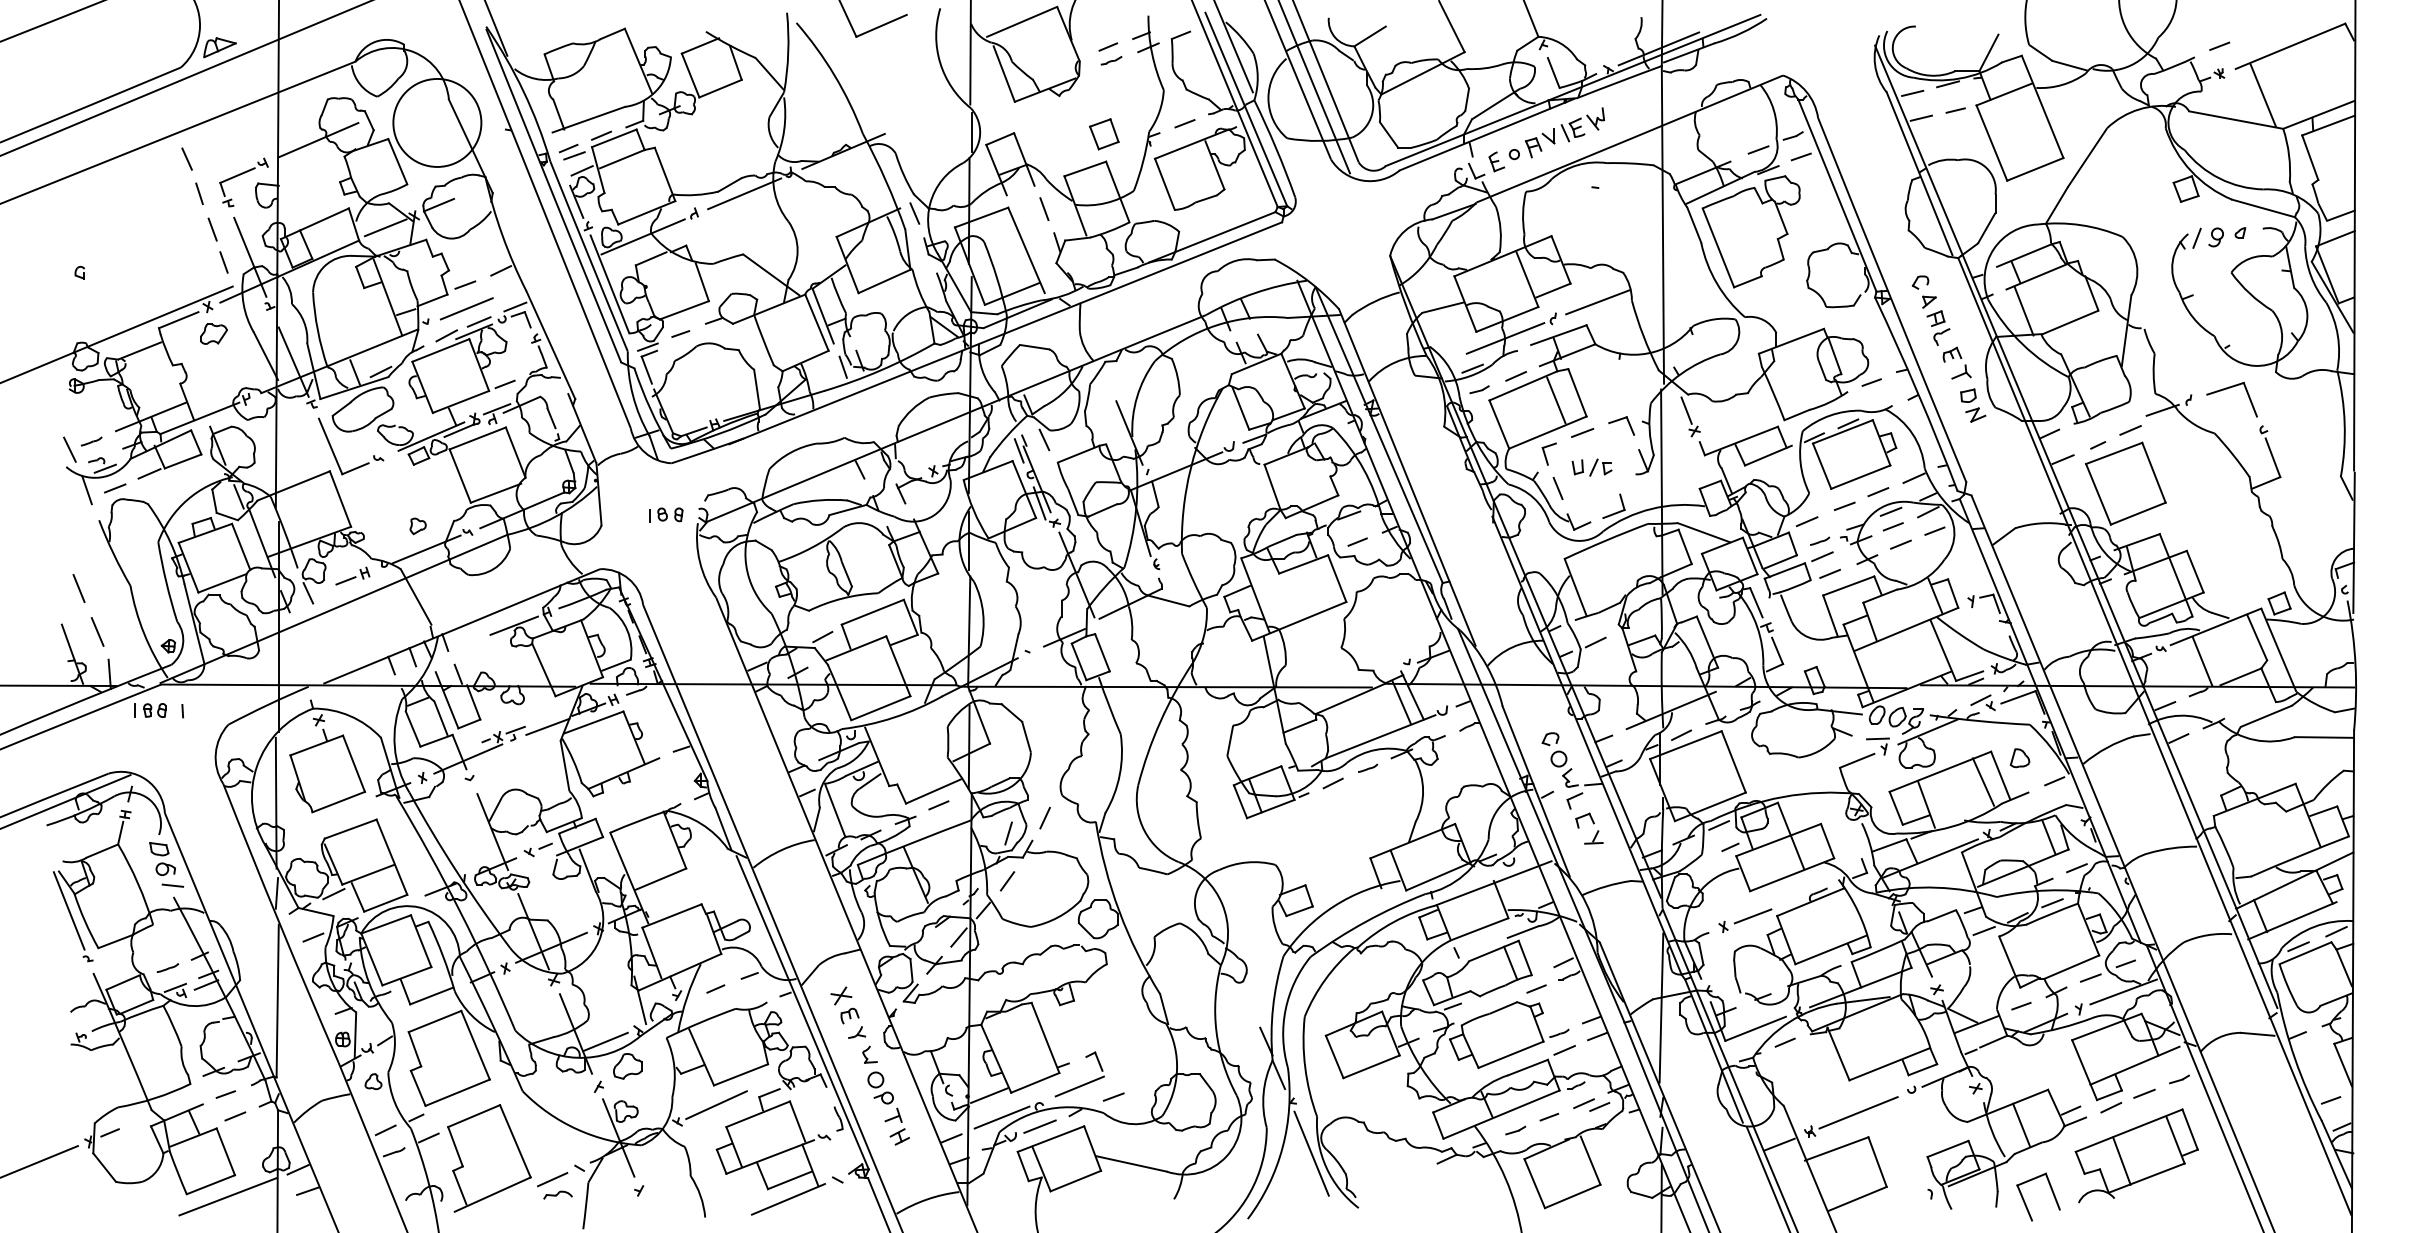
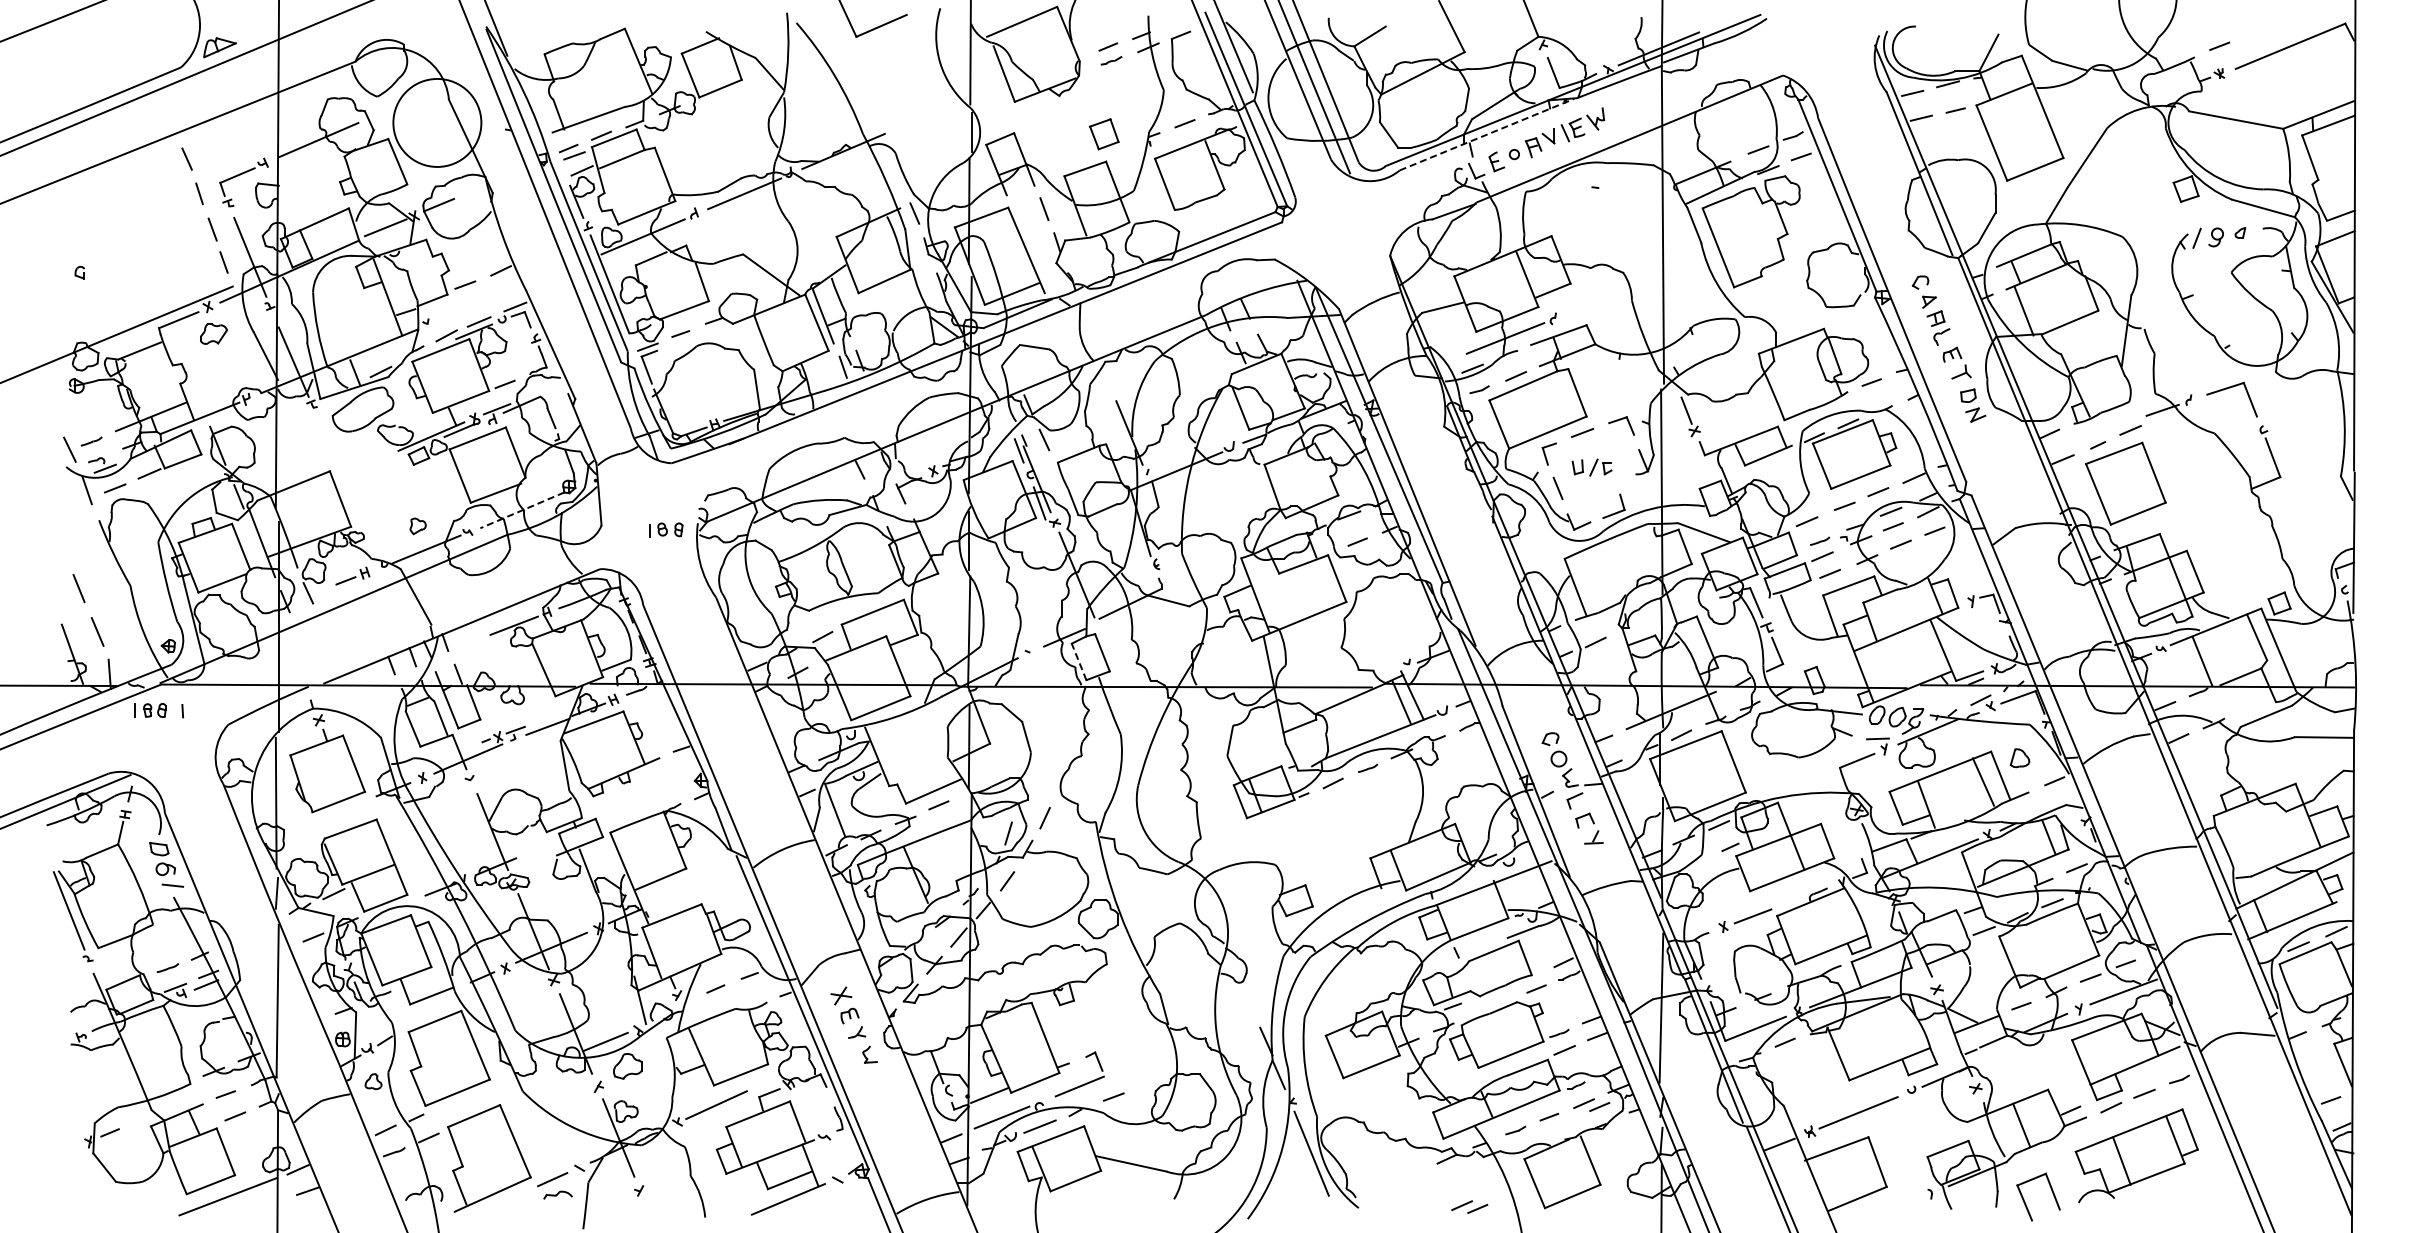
line at (2262, 94): present -> none
line at (1487, 134): solid -> dashed
line at (1597, 302): present -> none
line at (466, 308): present -> none
line at (1556, 400): present -> none
part at (334, 452): present -> none
line at (522, 510): solid -> dashed
part at (666, 514) position: (666, 514) -> (666, 529)
line at (1079, 661): solid -> dashed
part at (537, 849): present -> none
line at (1510, 962): present -> none
part at (888, 1108): present -> none
line at (39, 1161): present -> none
part at (1469, 1206): none -> present
